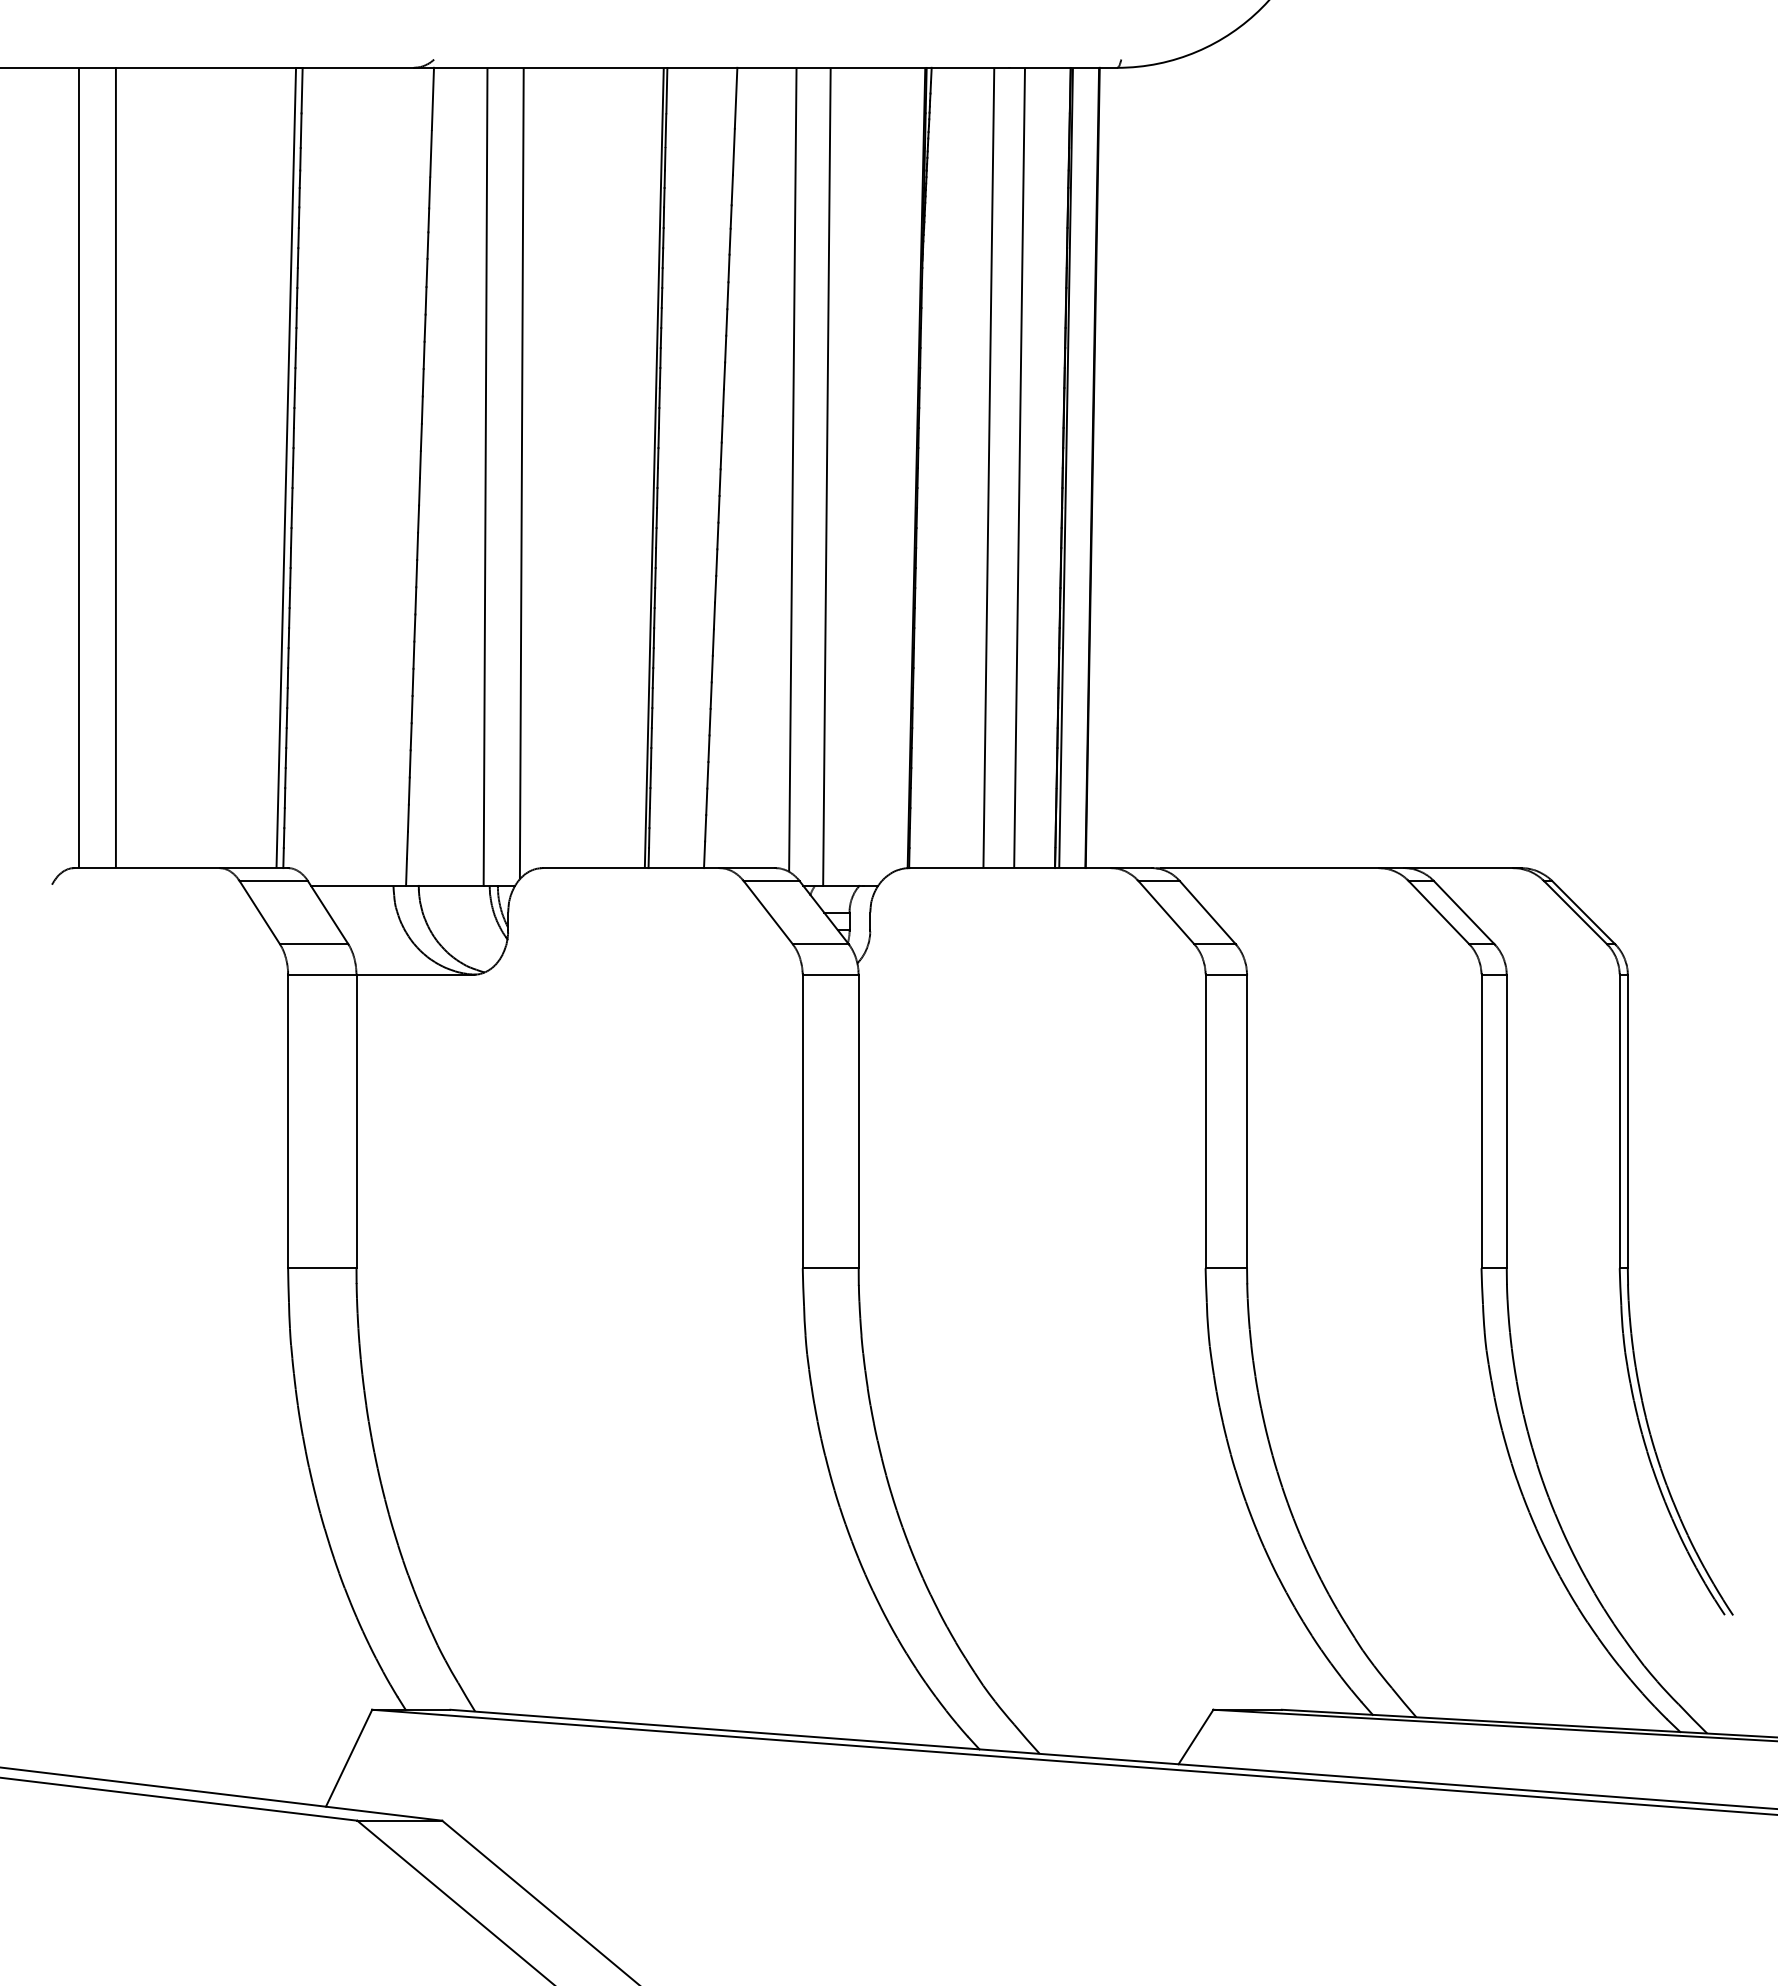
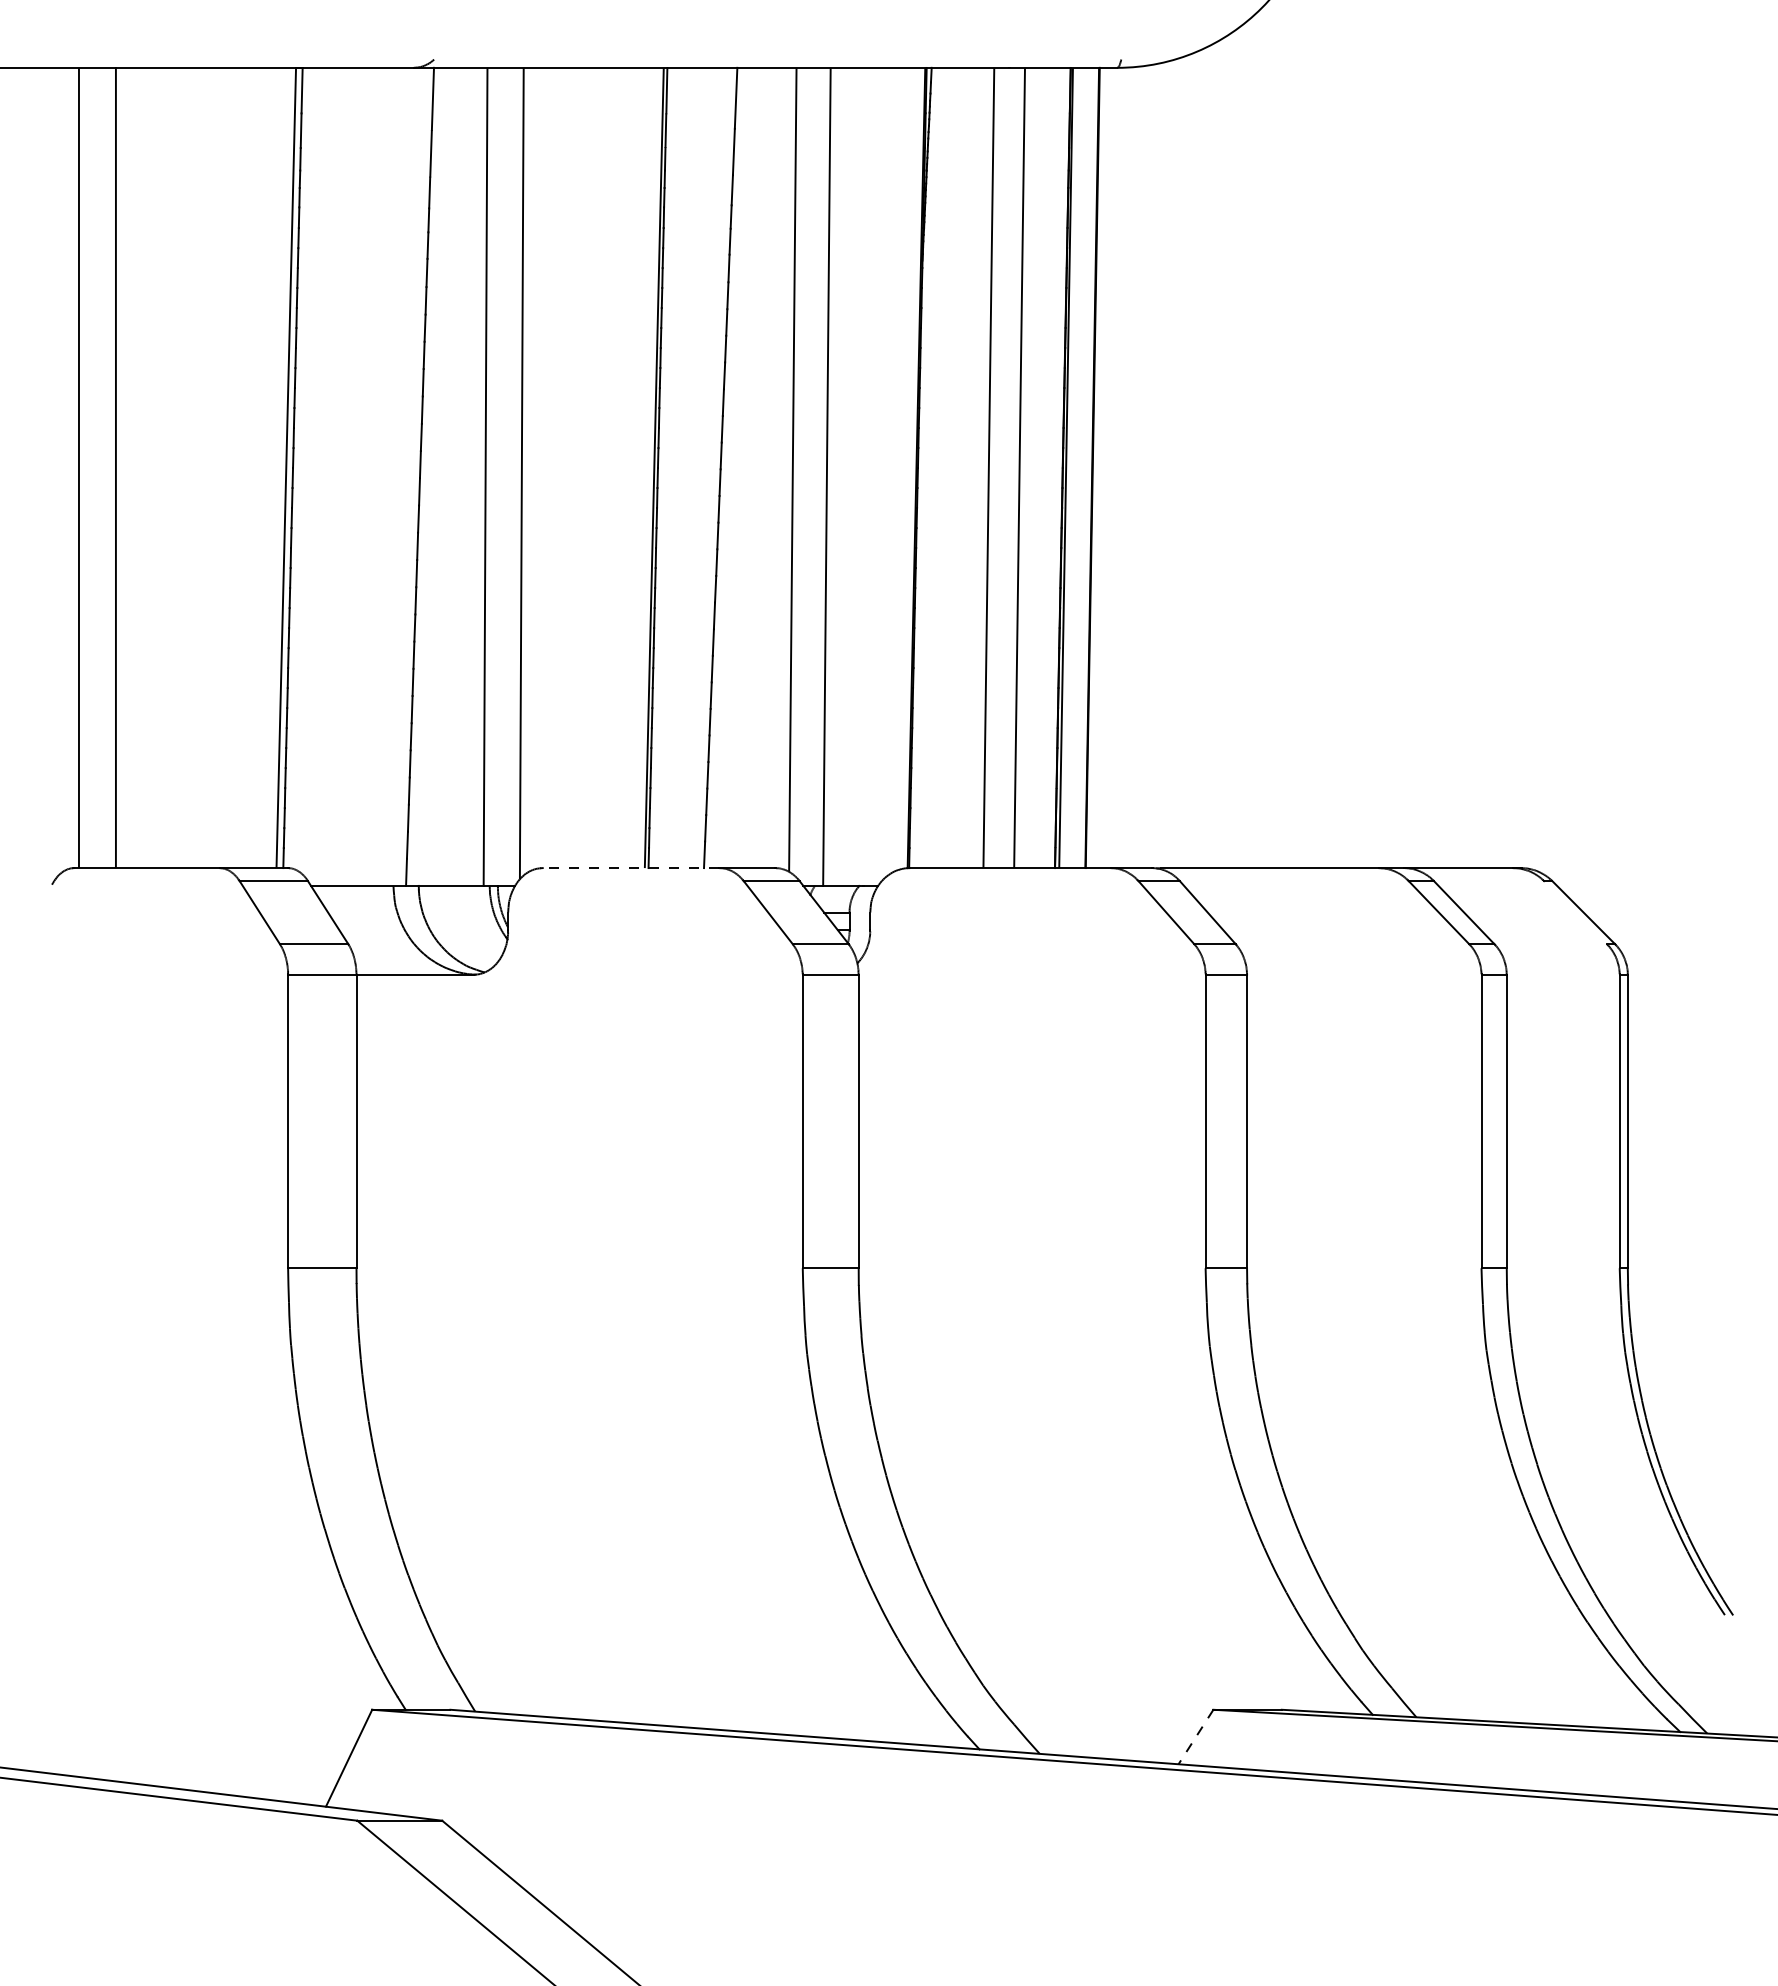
line at (630, 868): solid -> dashed
line at (1575, 912): present -> none
line at (1195, 1737): solid -> dashed
